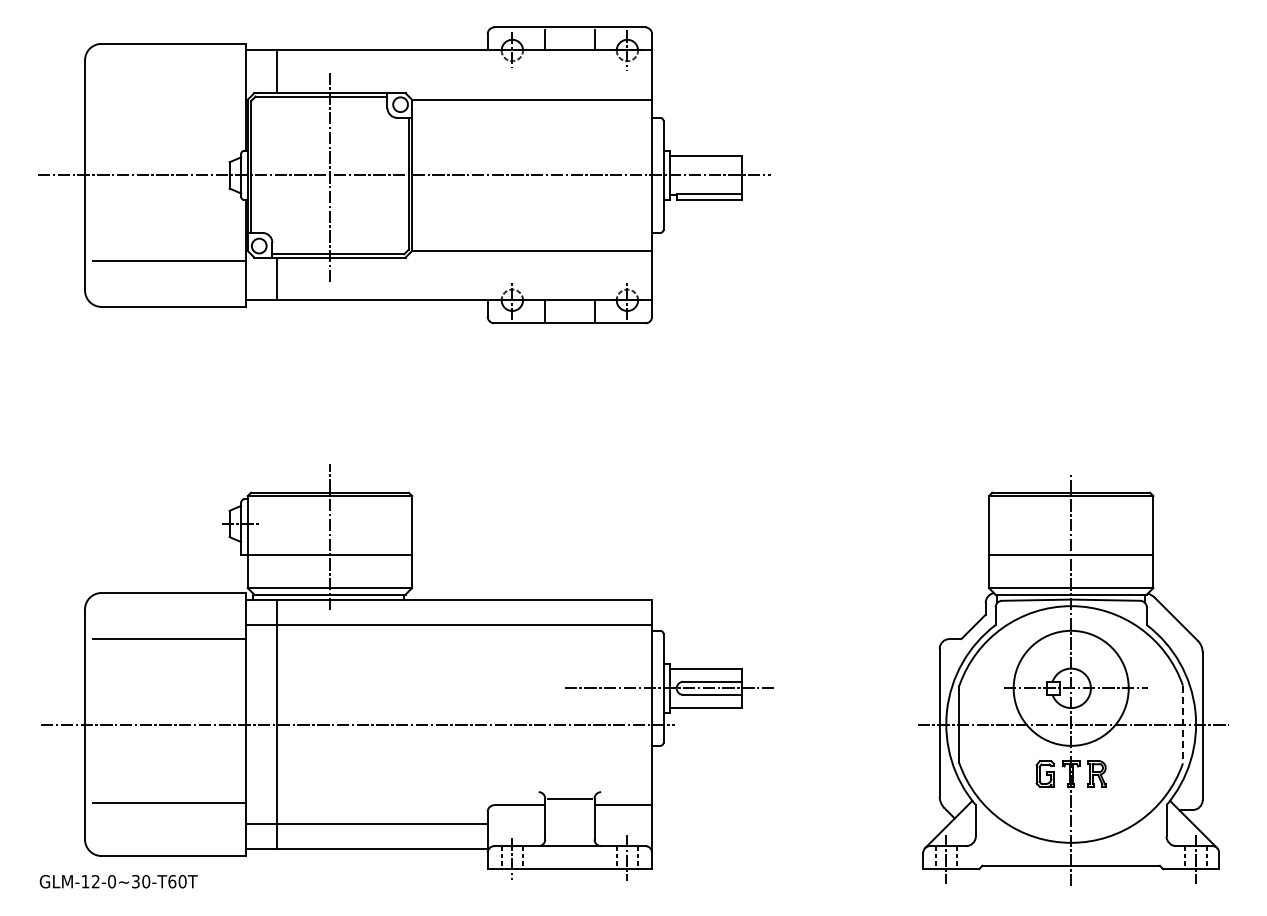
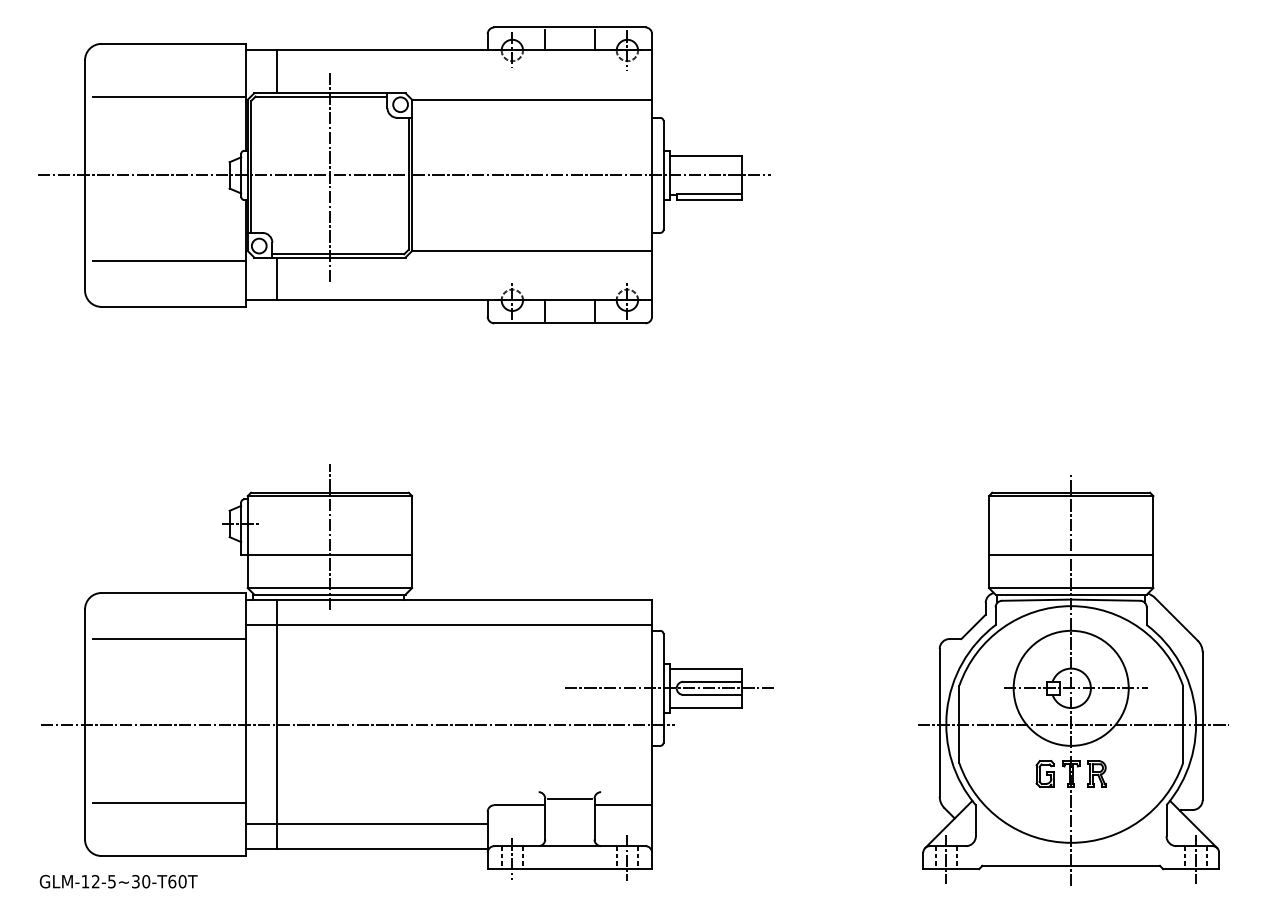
line at (169, 96): none -> present
line at (1182, 724): dashed -> solid
text at (112, 881): GLM-12-0~30-T60T -> GLM-12-5~30-T60T
